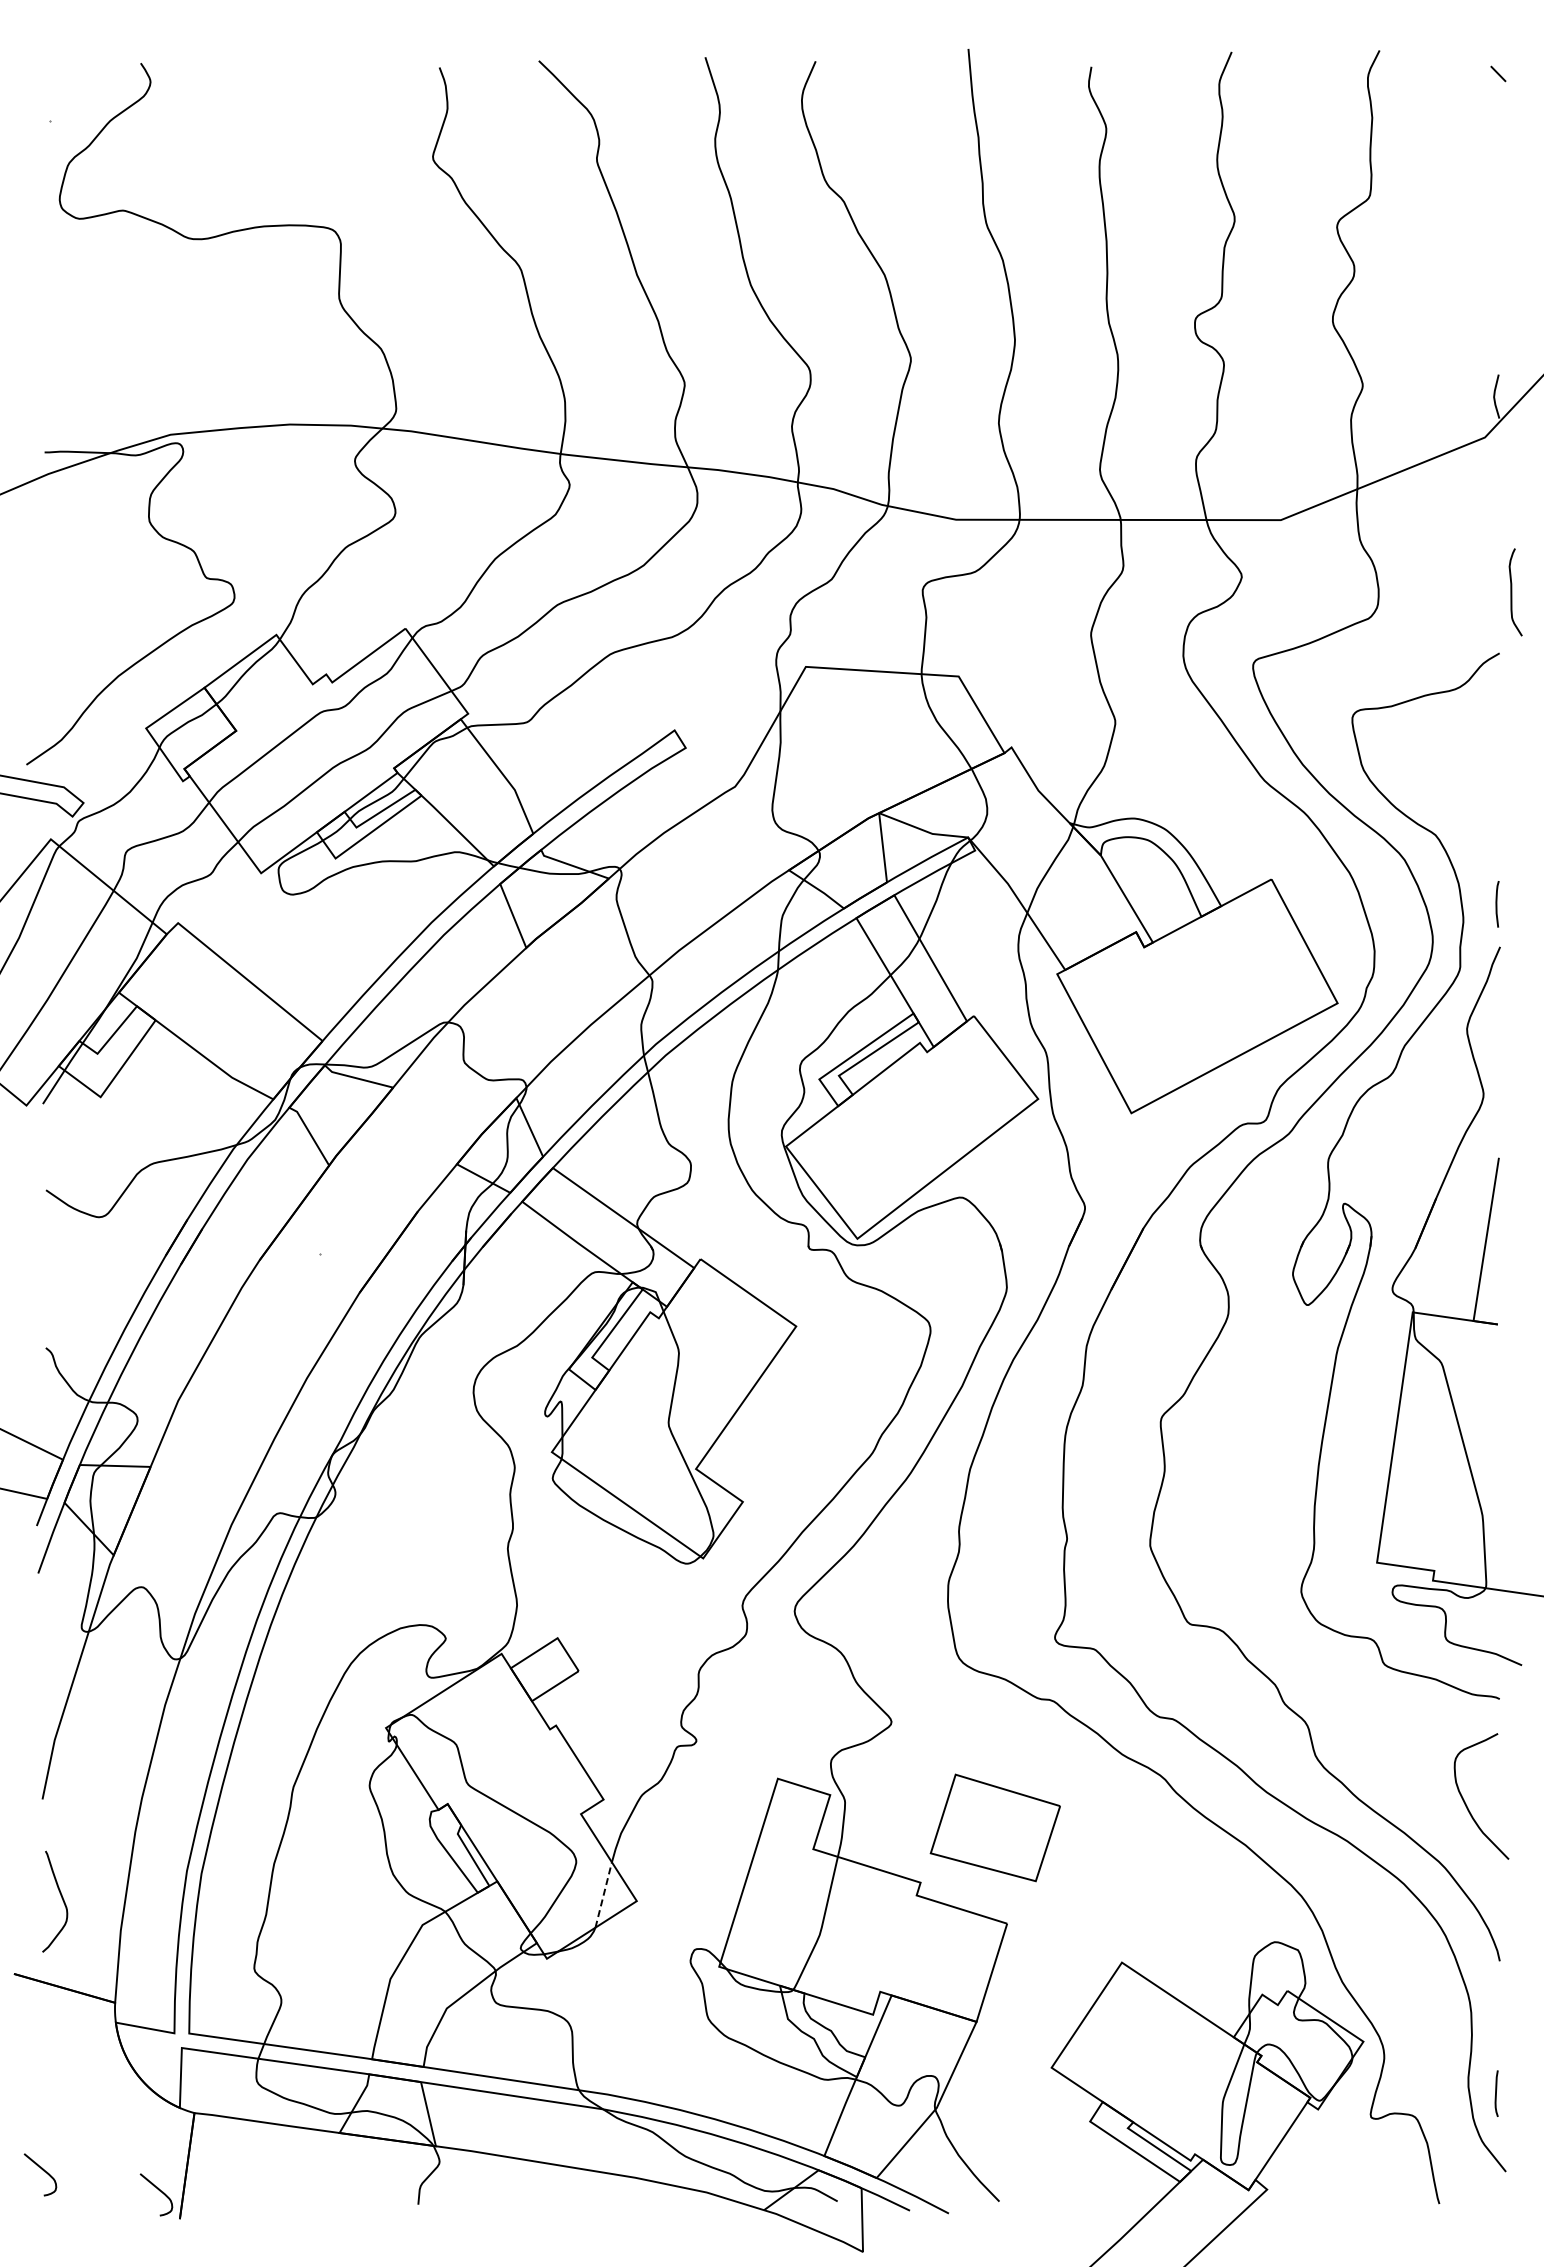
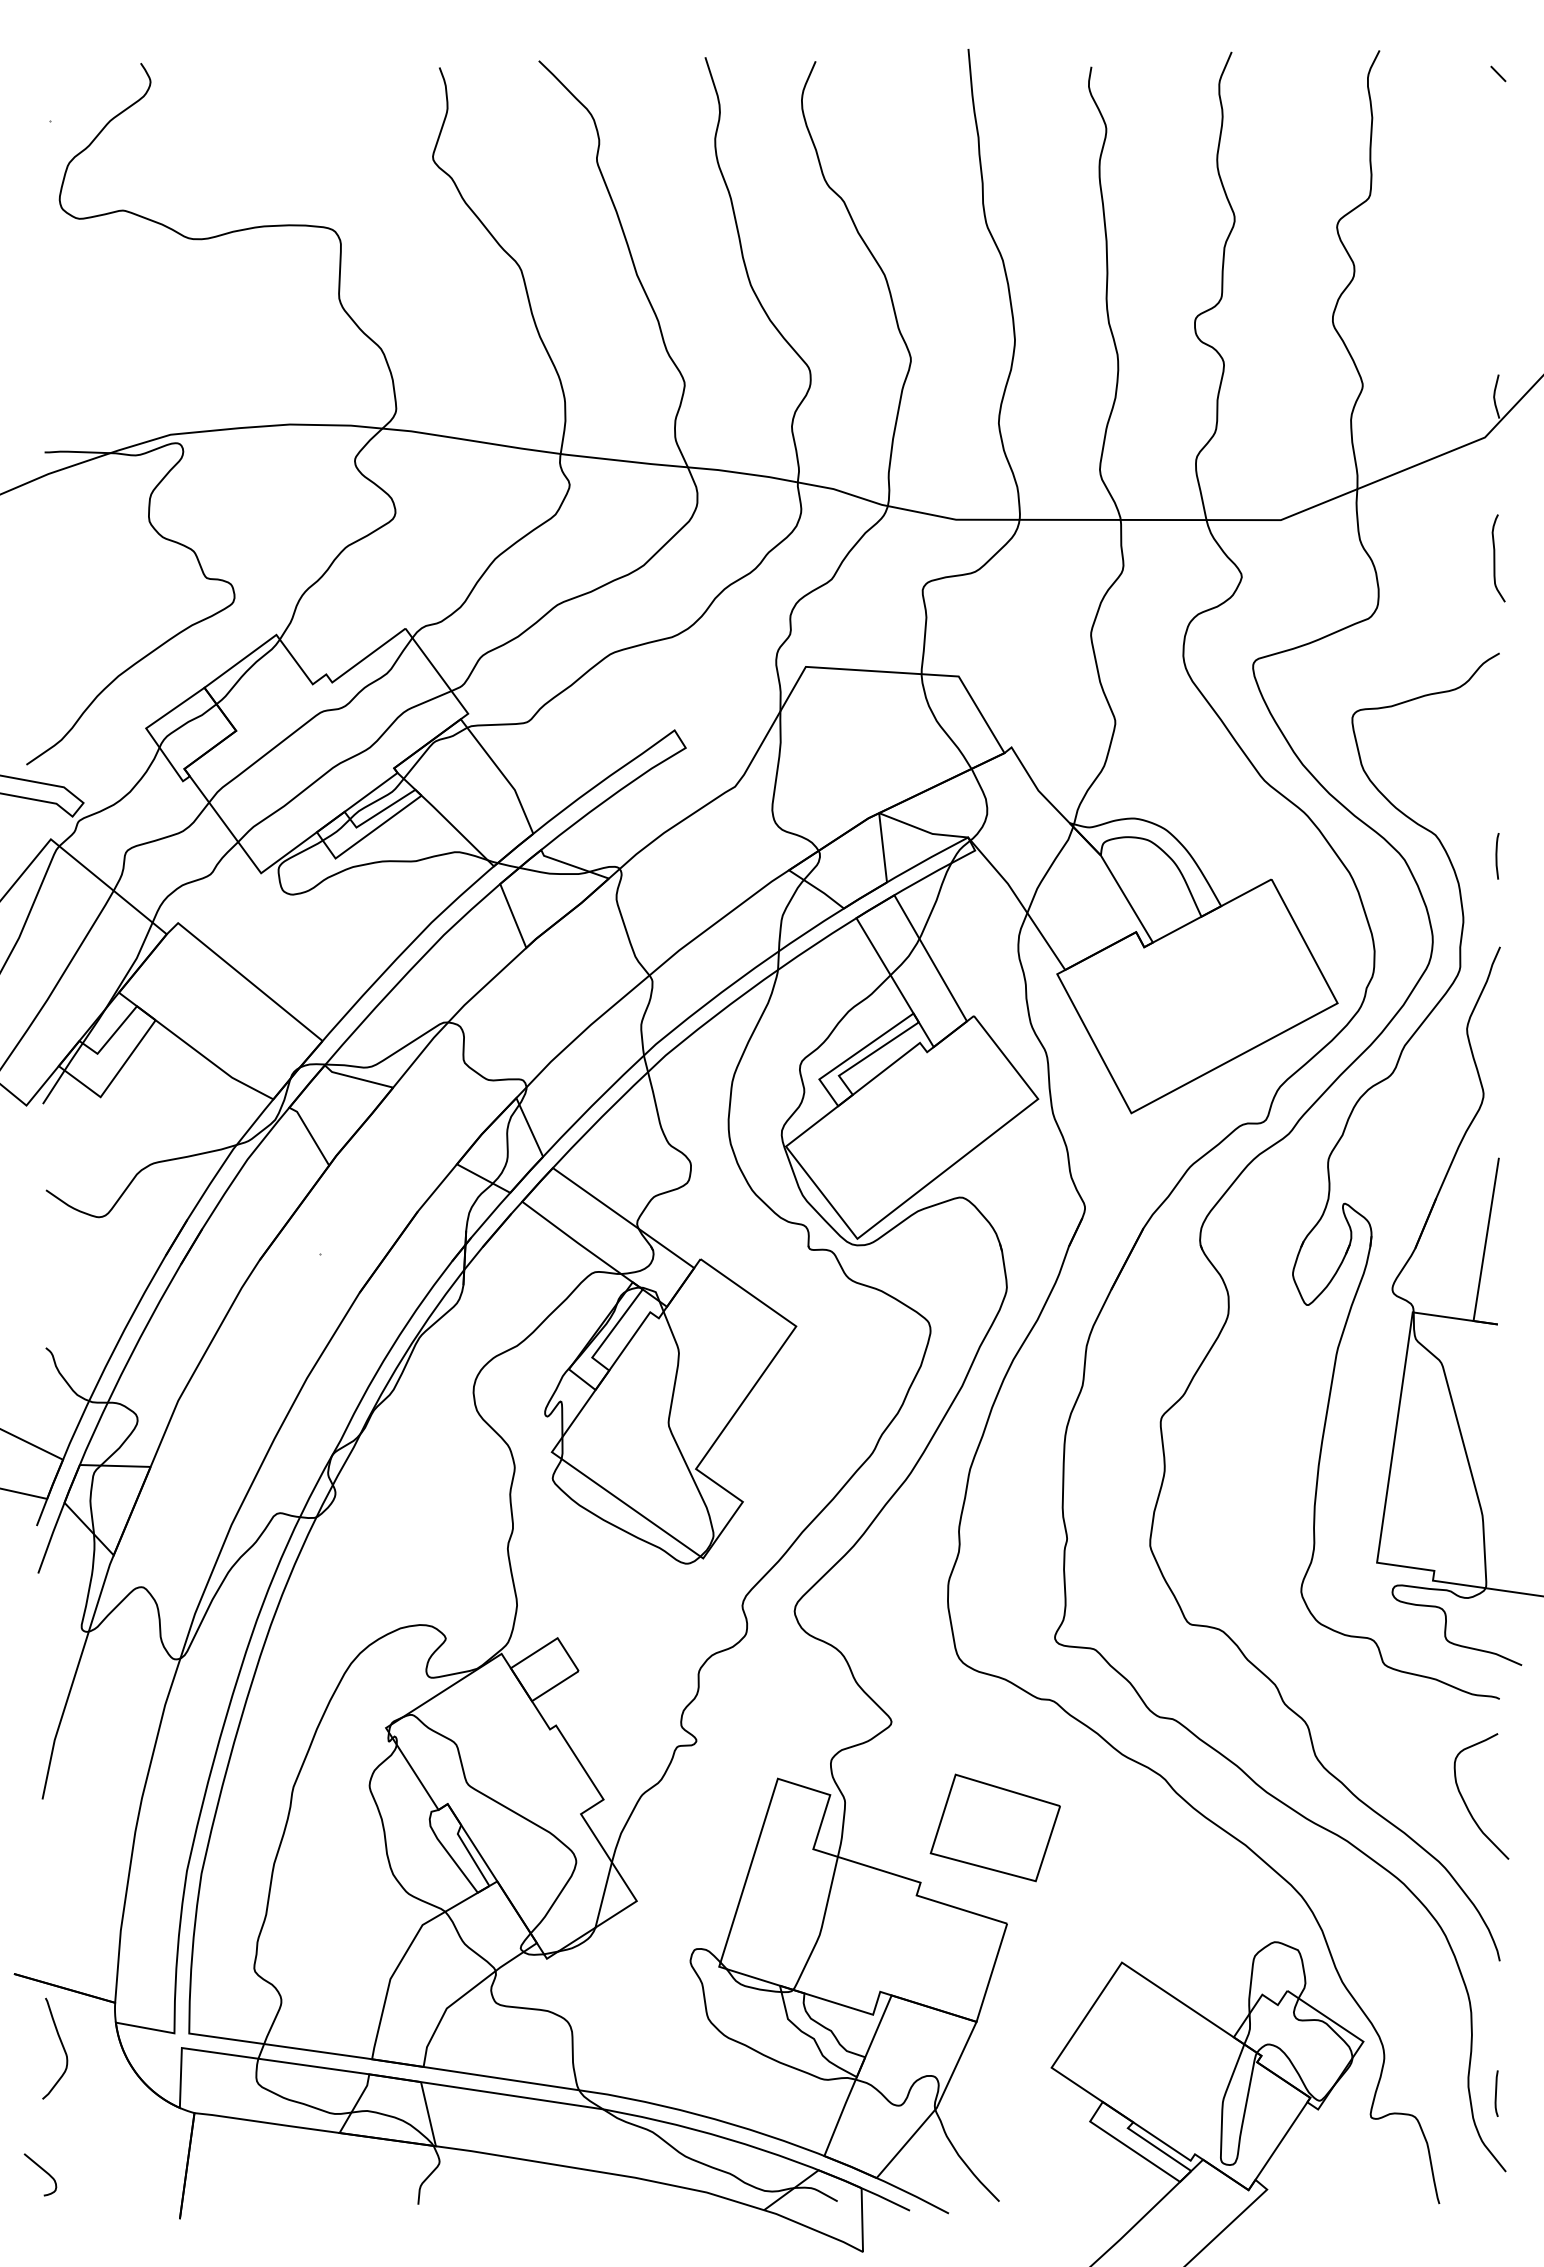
curve at (1512, 592) position: (1512, 592) -> (1495, 558)
curve at (1497, 904) position: (1497, 904) -> (1497, 856)
line at (603, 1894): dashed -> solid
curve at (61, 1898) position: (61, 1898) -> (61, 2045)
curve at (159, 2191): present -> none
